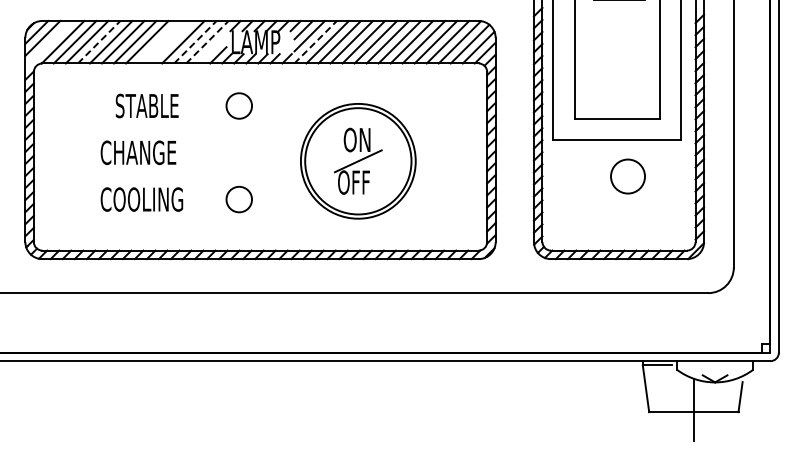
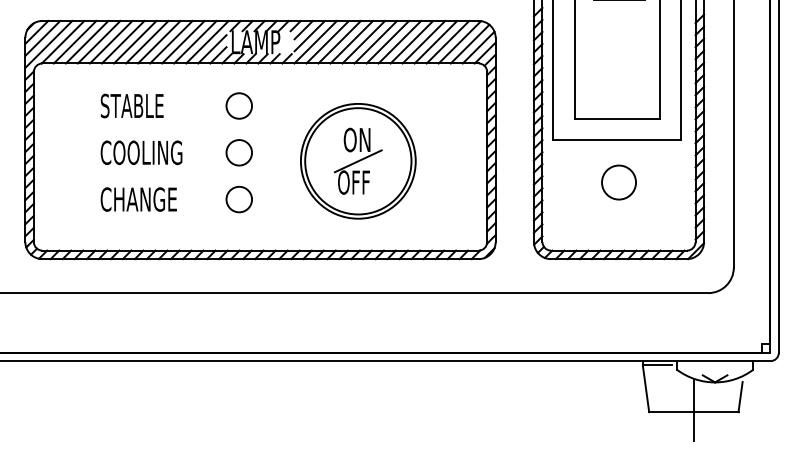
line at (99, 41): dashed -> solid
line at (159, 41): none -> present
line at (171, 41): none -> present
line at (195, 41): dashed -> solid
line at (207, 41): dashed -> solid
line at (316, 41): dashed -> solid
line at (48, 43): none -> present
line at (212, 49): none -> present
text at (146, 105) position: (146, 105) -> (131, 105)
text at (147, 152): CHANGE -> COOLING
circle at (238, 152): none -> present
circle at (627, 176) position: (627, 176) -> (618, 182)
text at (148, 199): COOLING -> CHANGE
